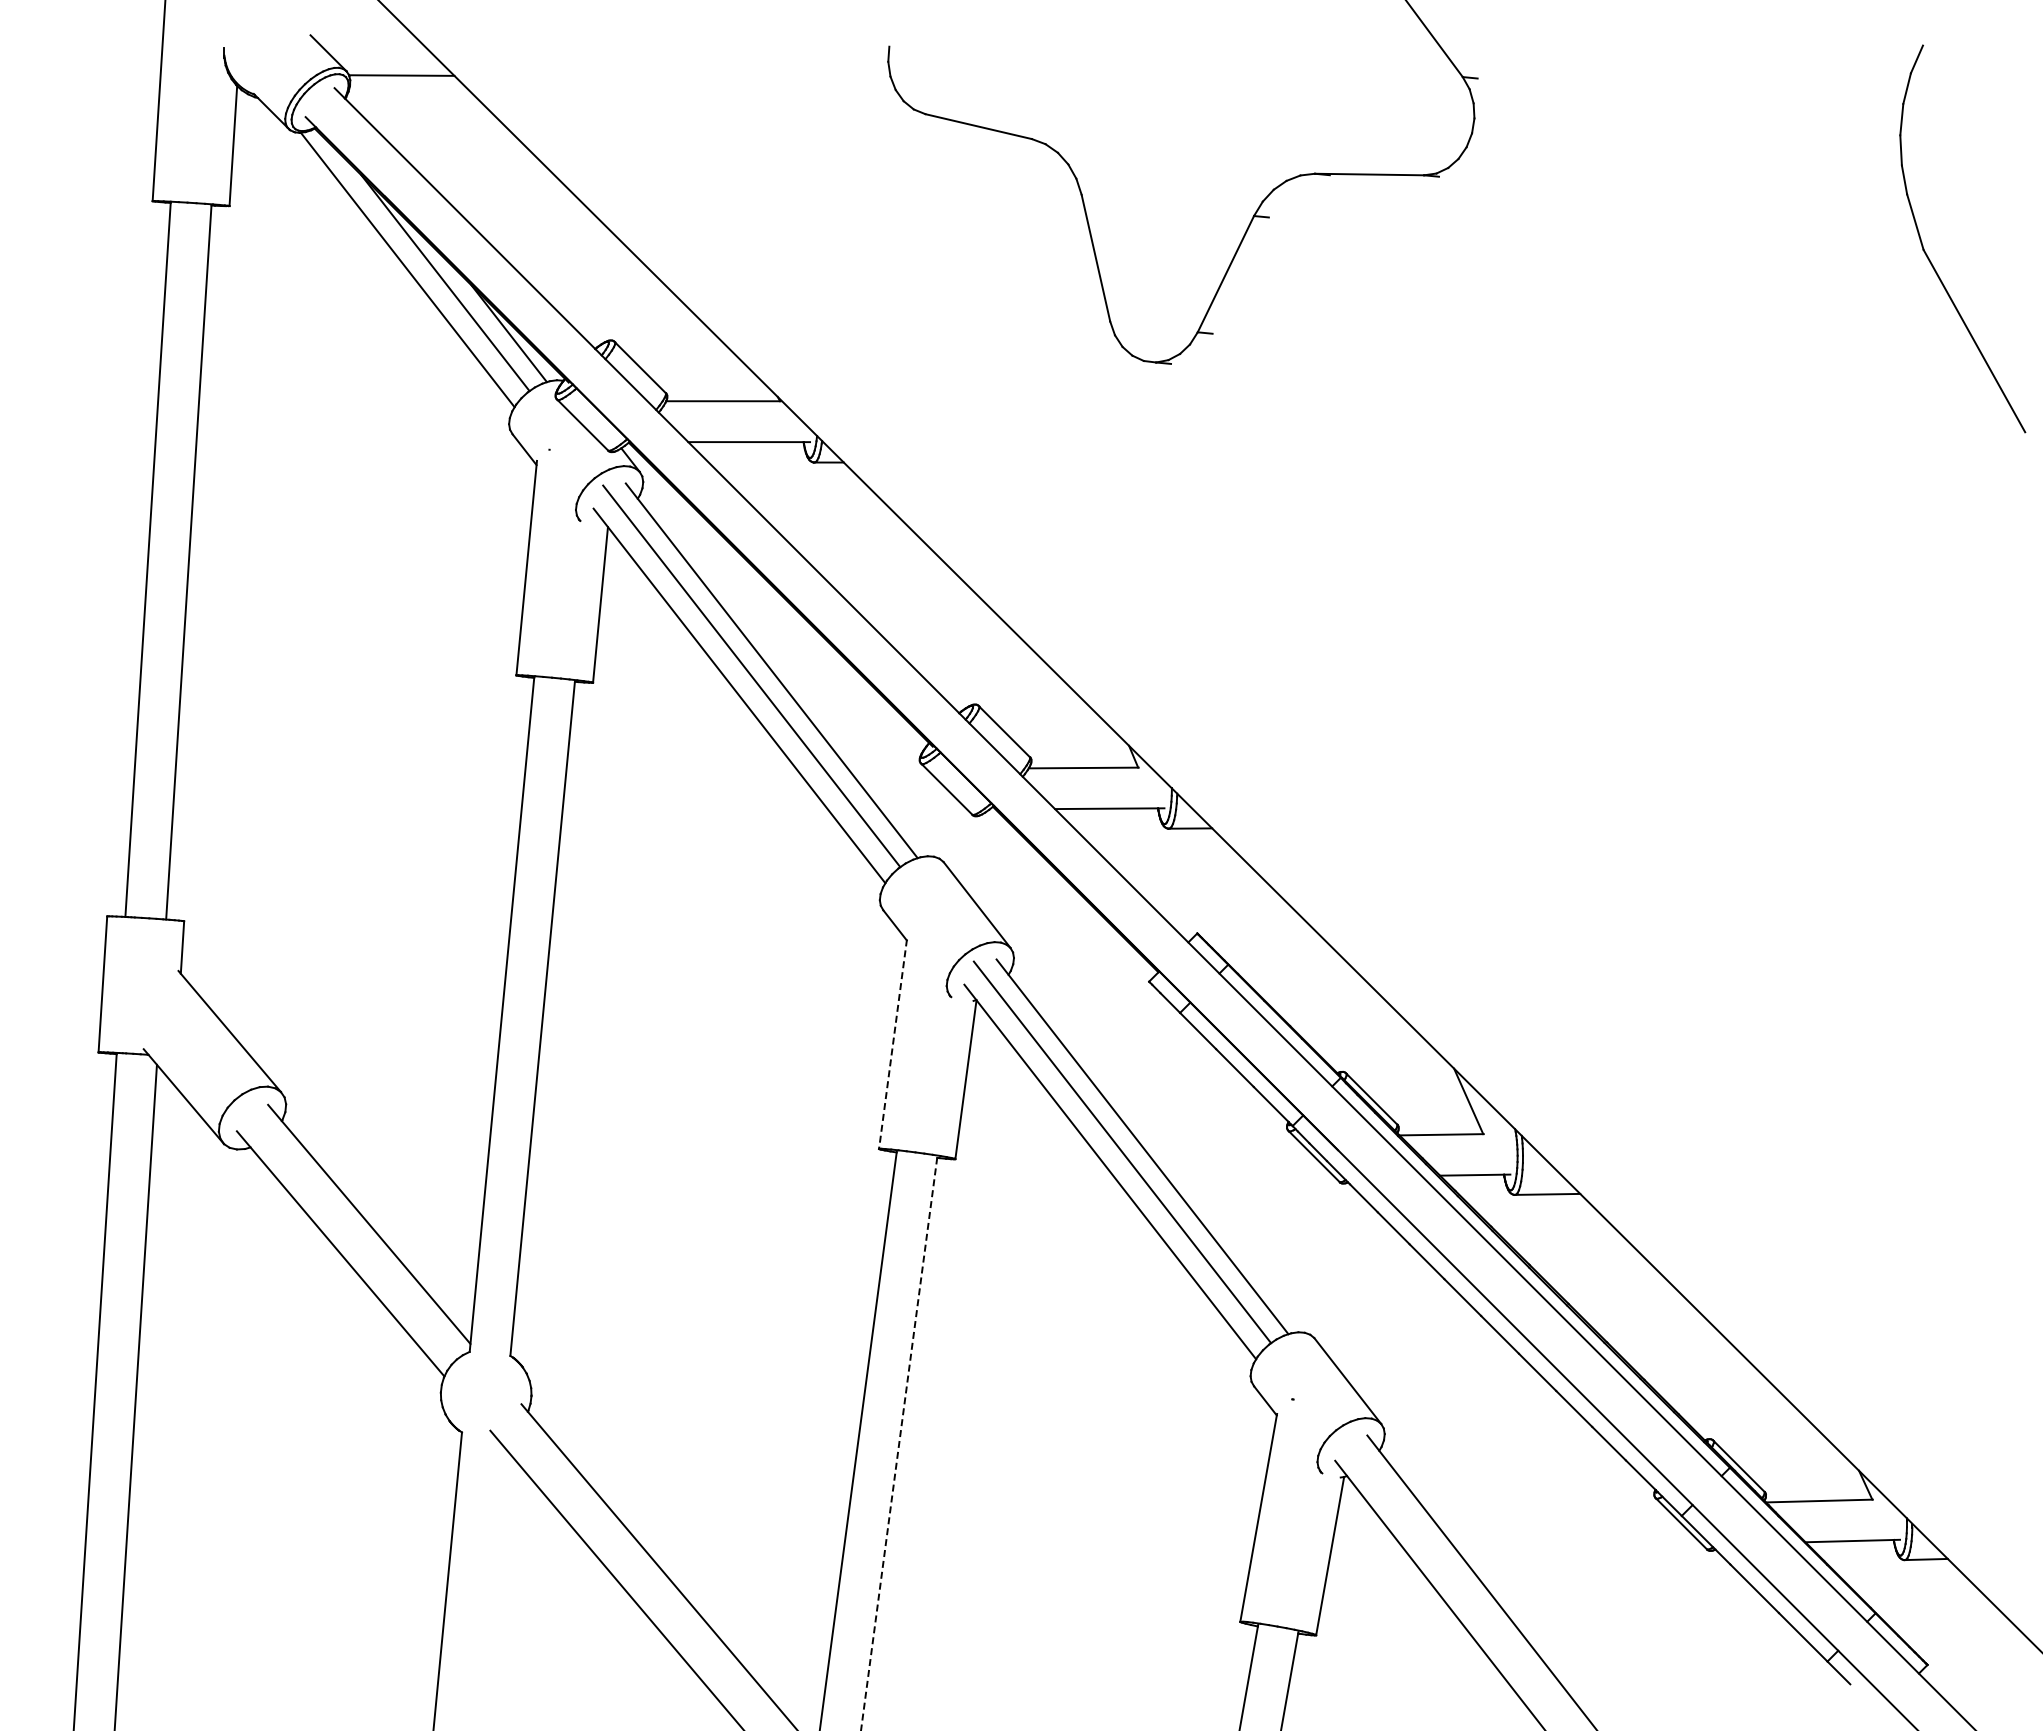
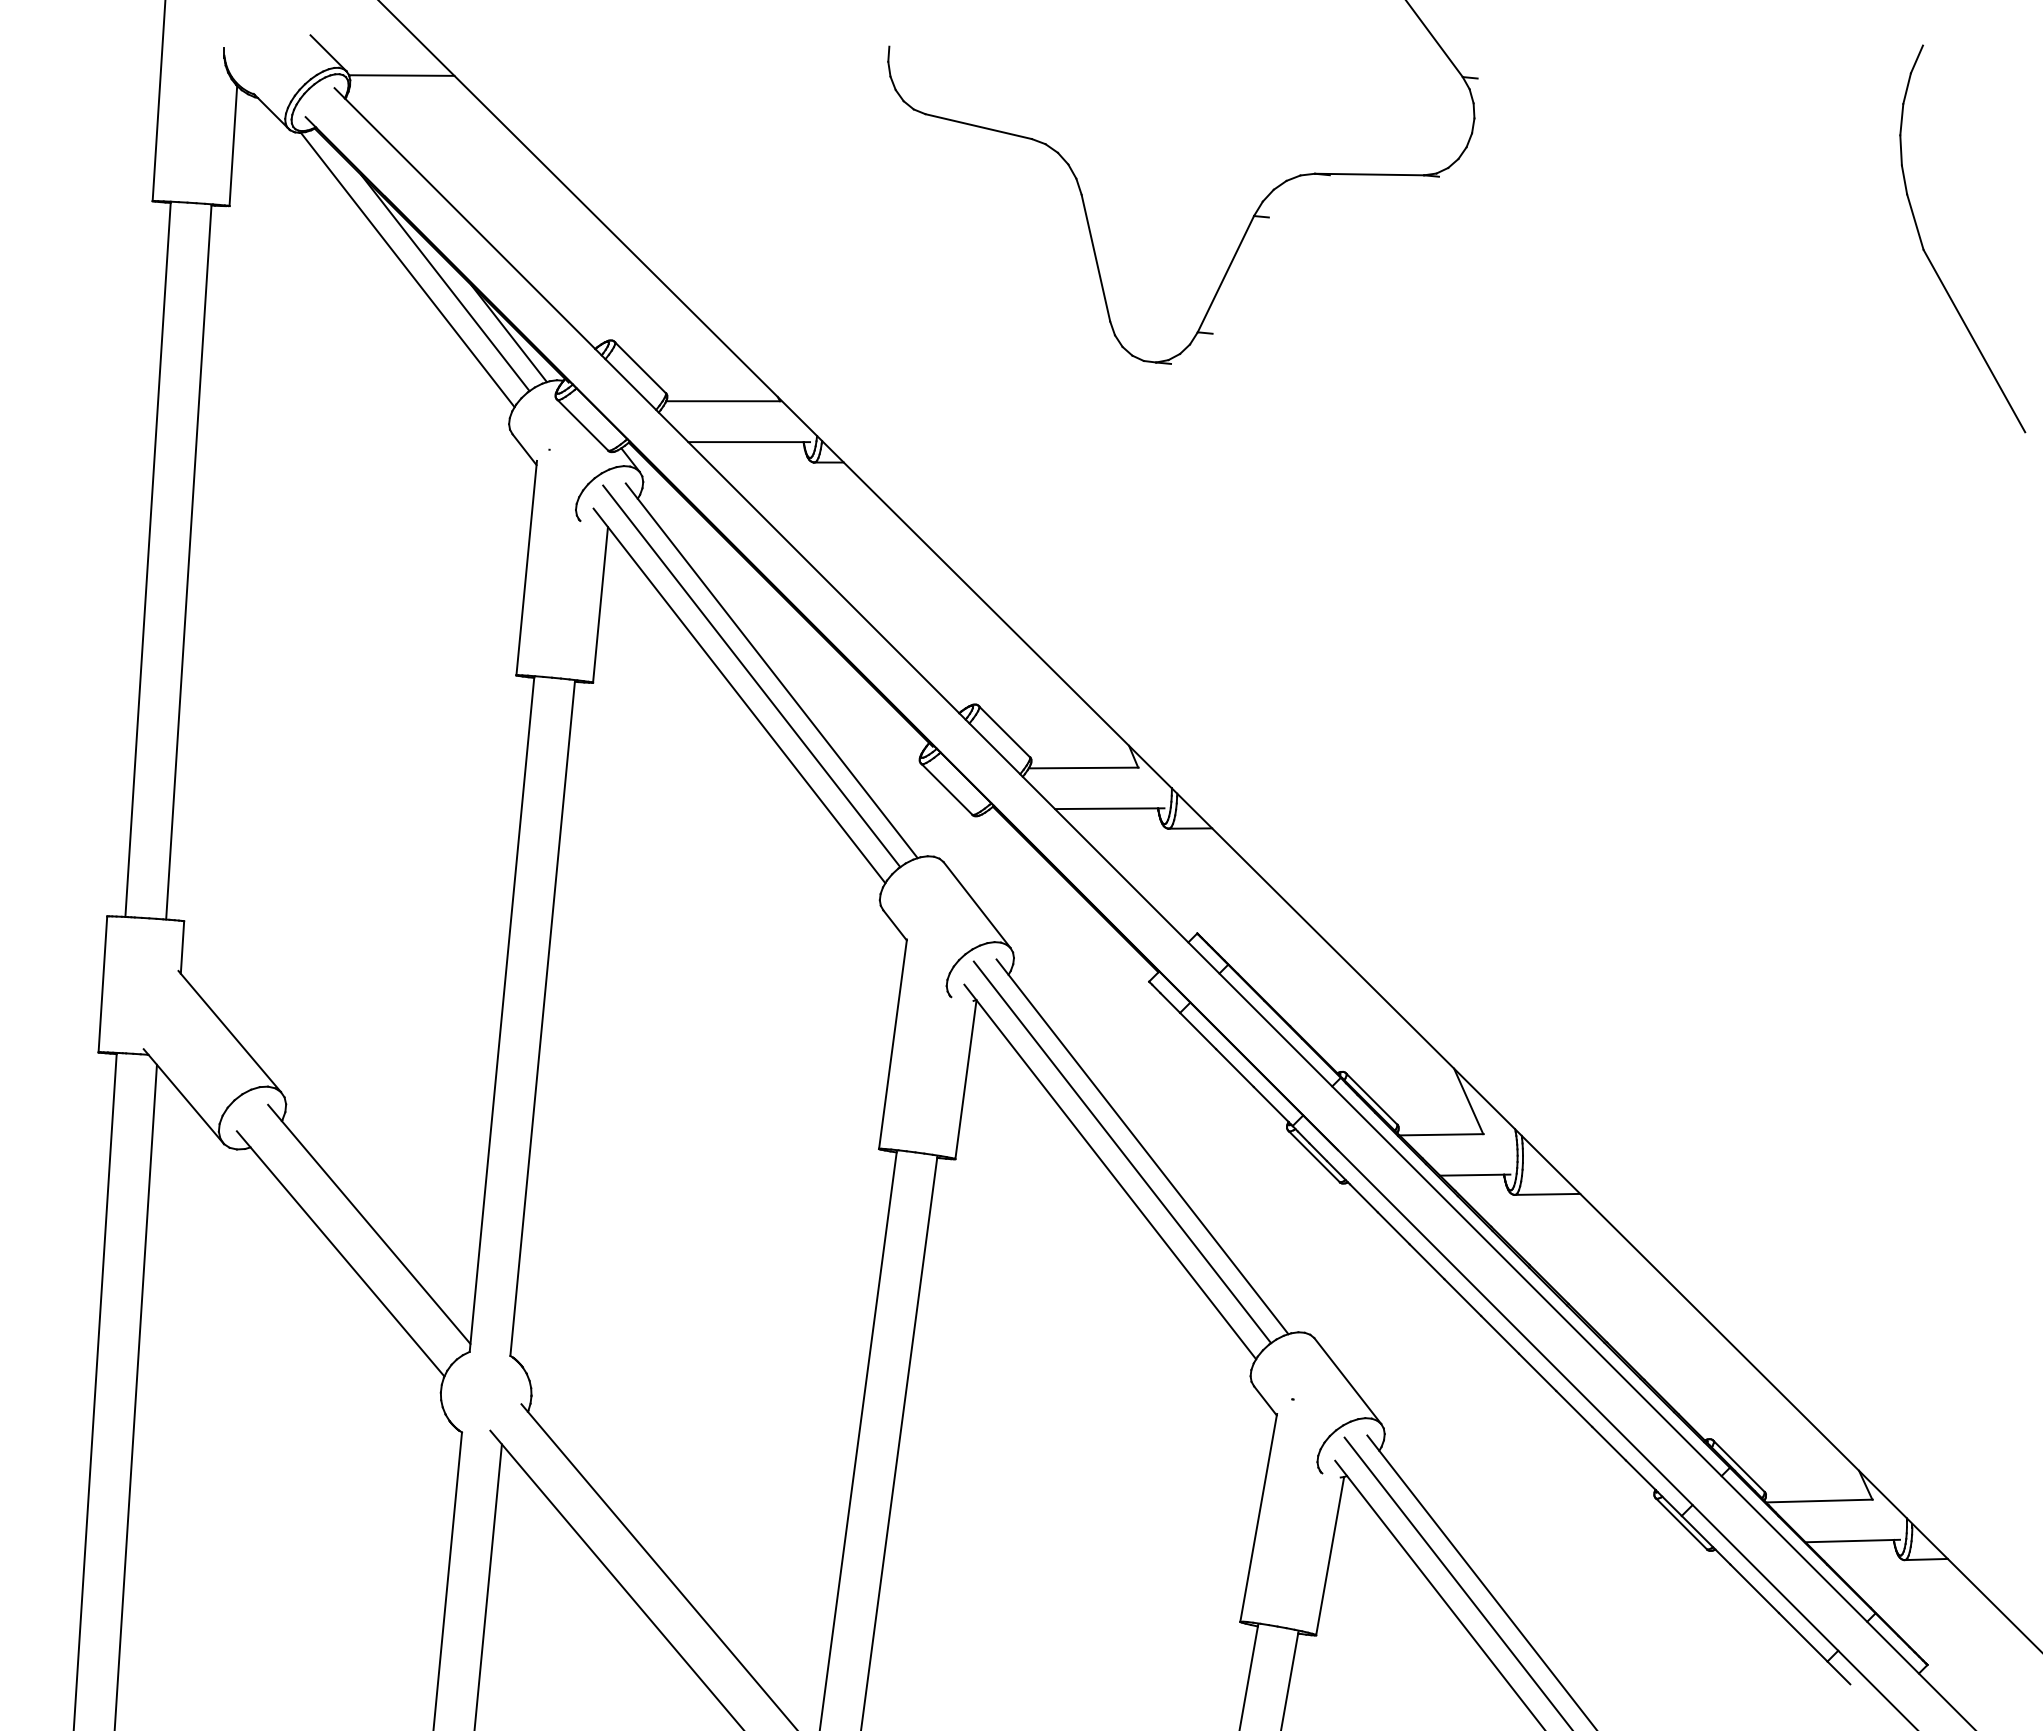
line at (893, 1044): dashed -> solid
line at (899, 1443): dashed -> solid
line at (1457, 1582): none -> present
line at (487, 1585): none -> present
